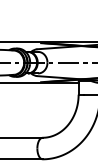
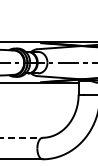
line at (21, 137): solid -> dashed
